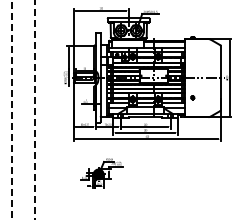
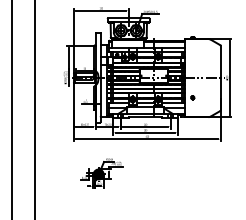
line at (12, 109): dashed -> solid
line at (34, 109): dashed -> solid
